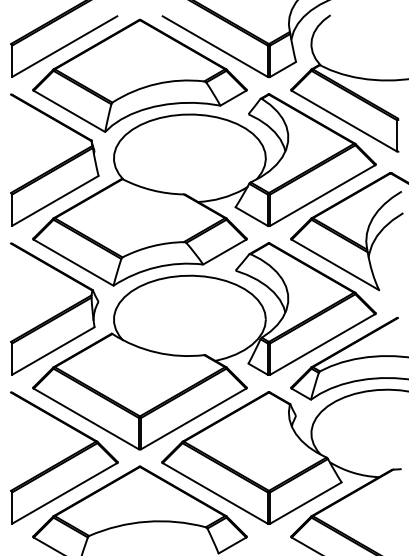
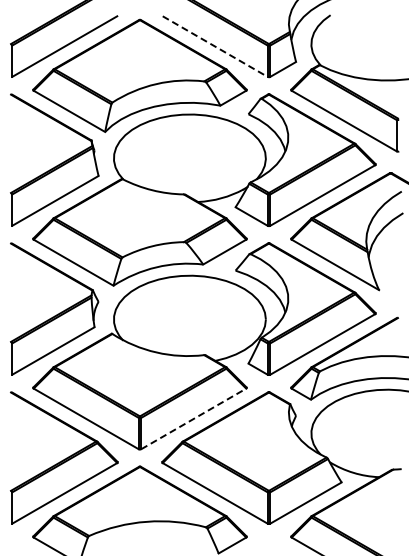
line at (215, 46): solid -> dashed
line at (193, 418): solid -> dashed
